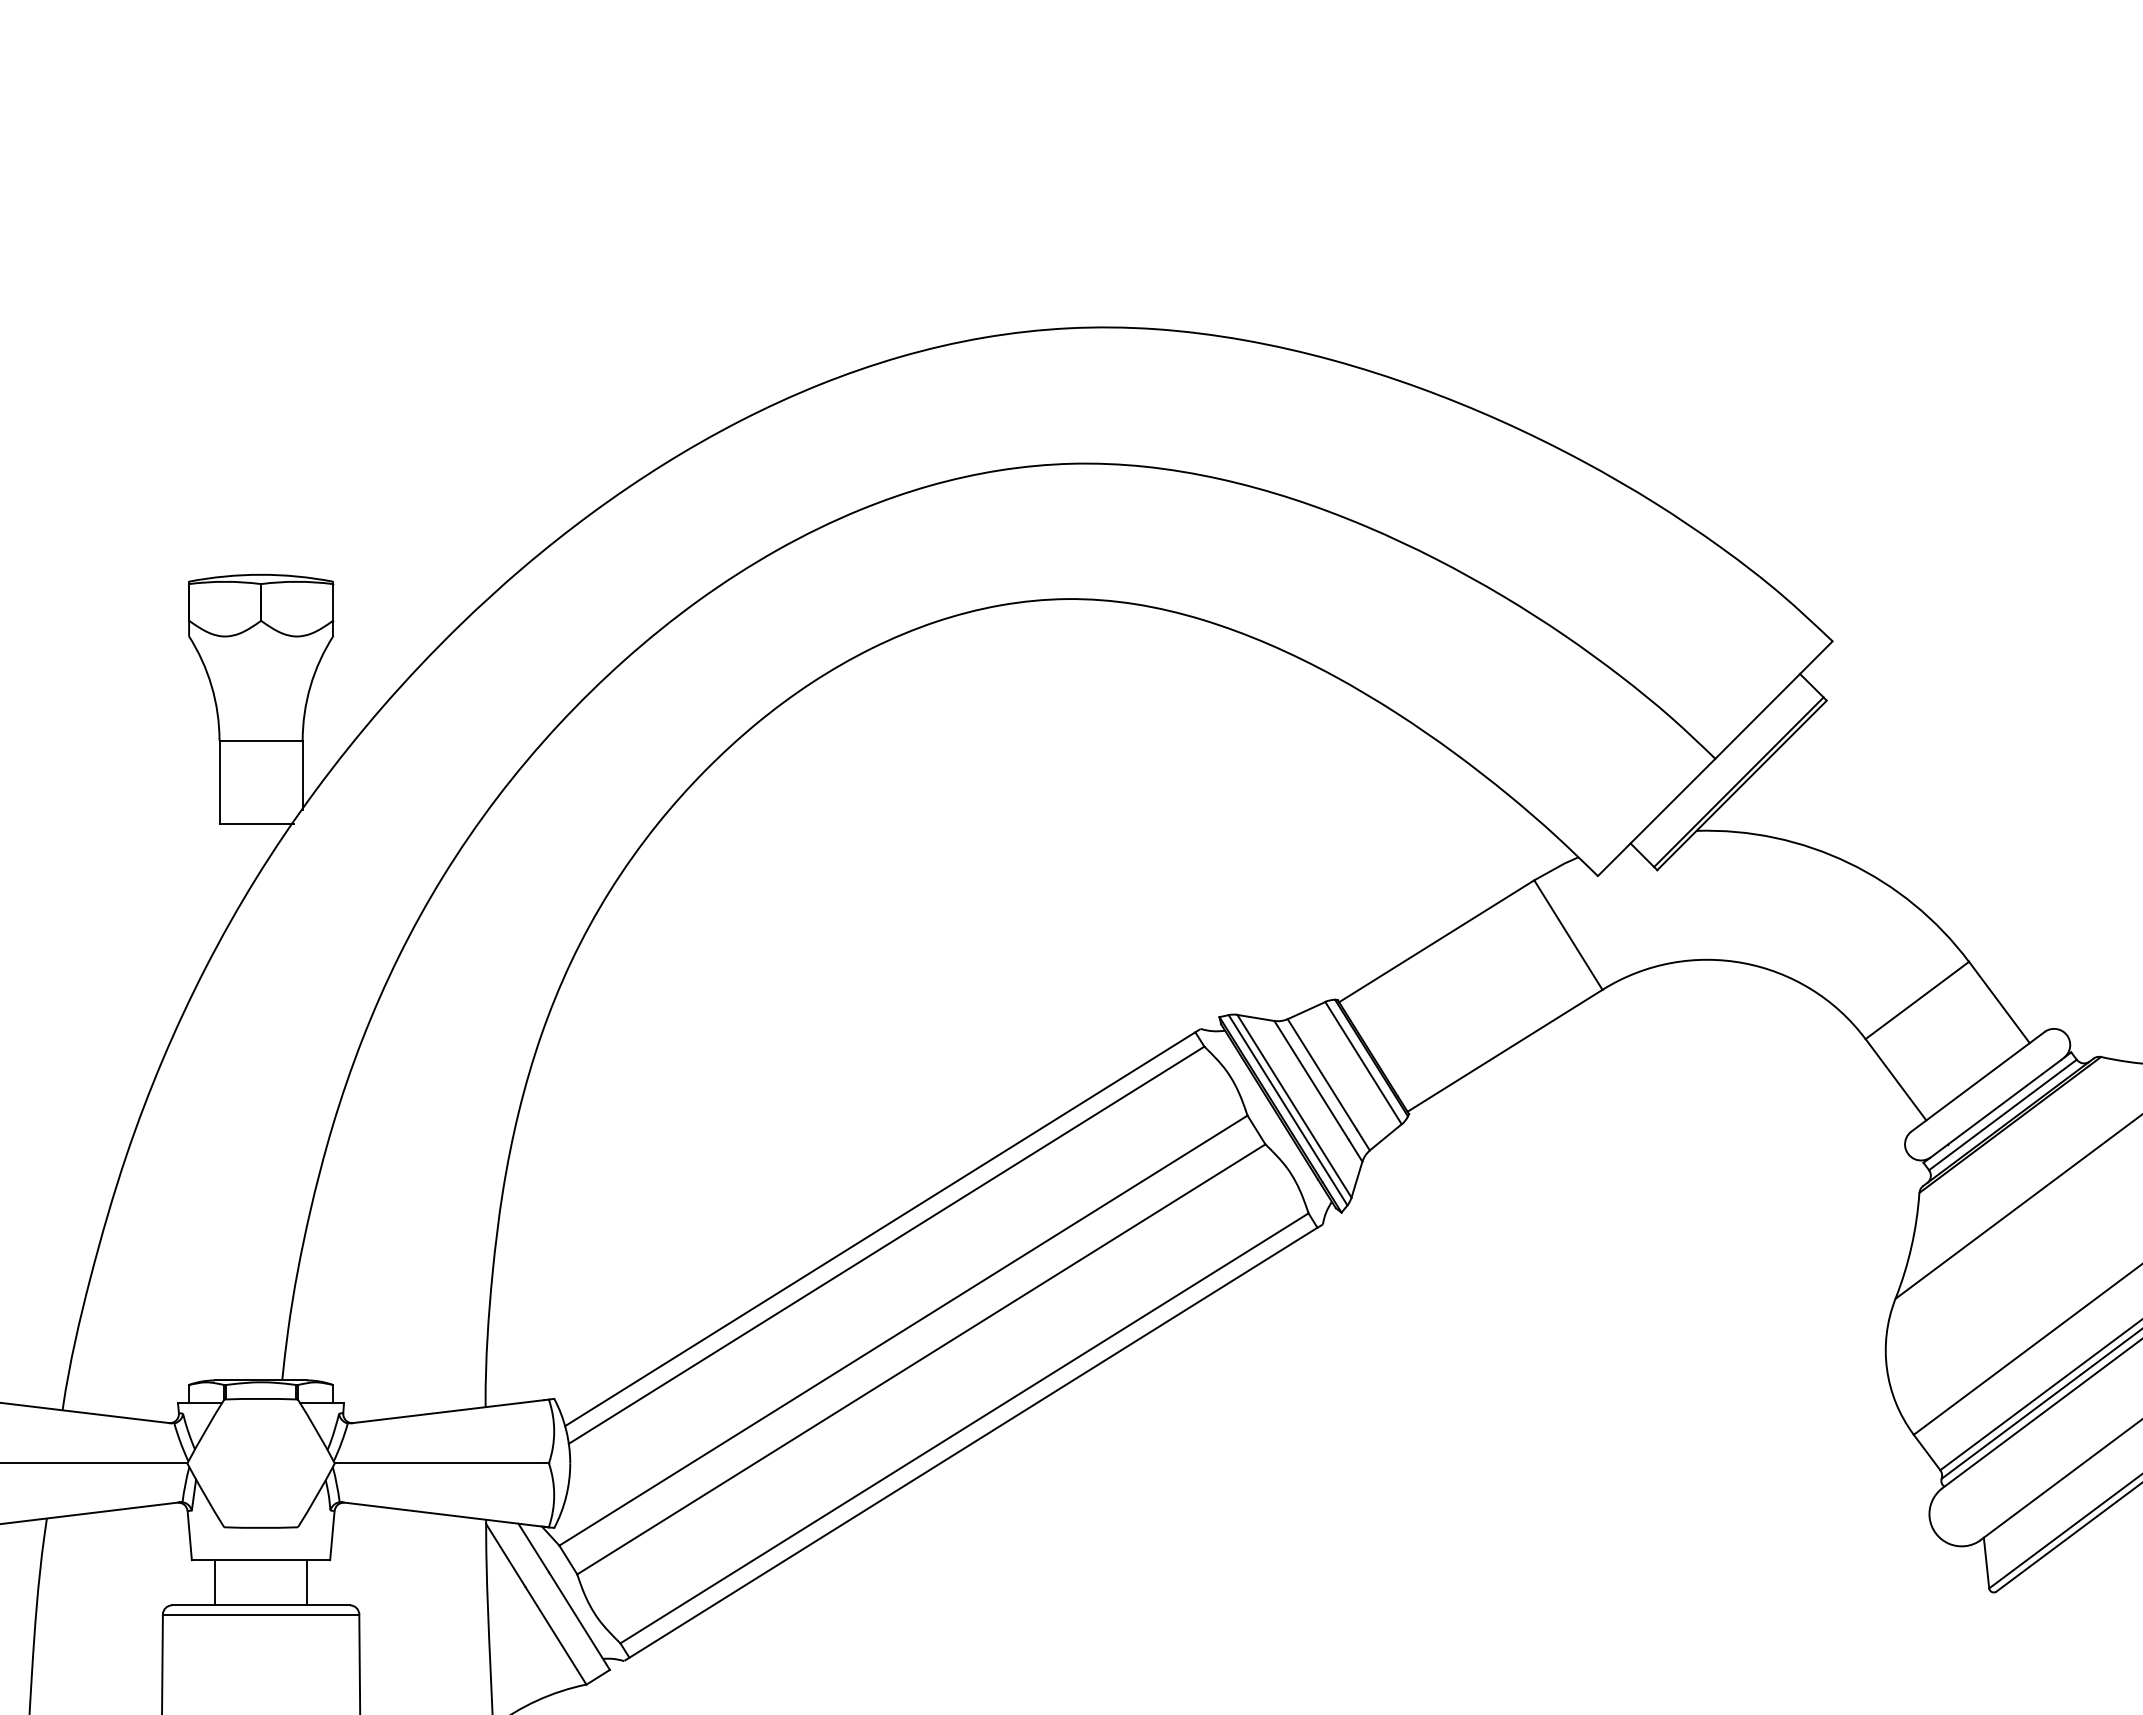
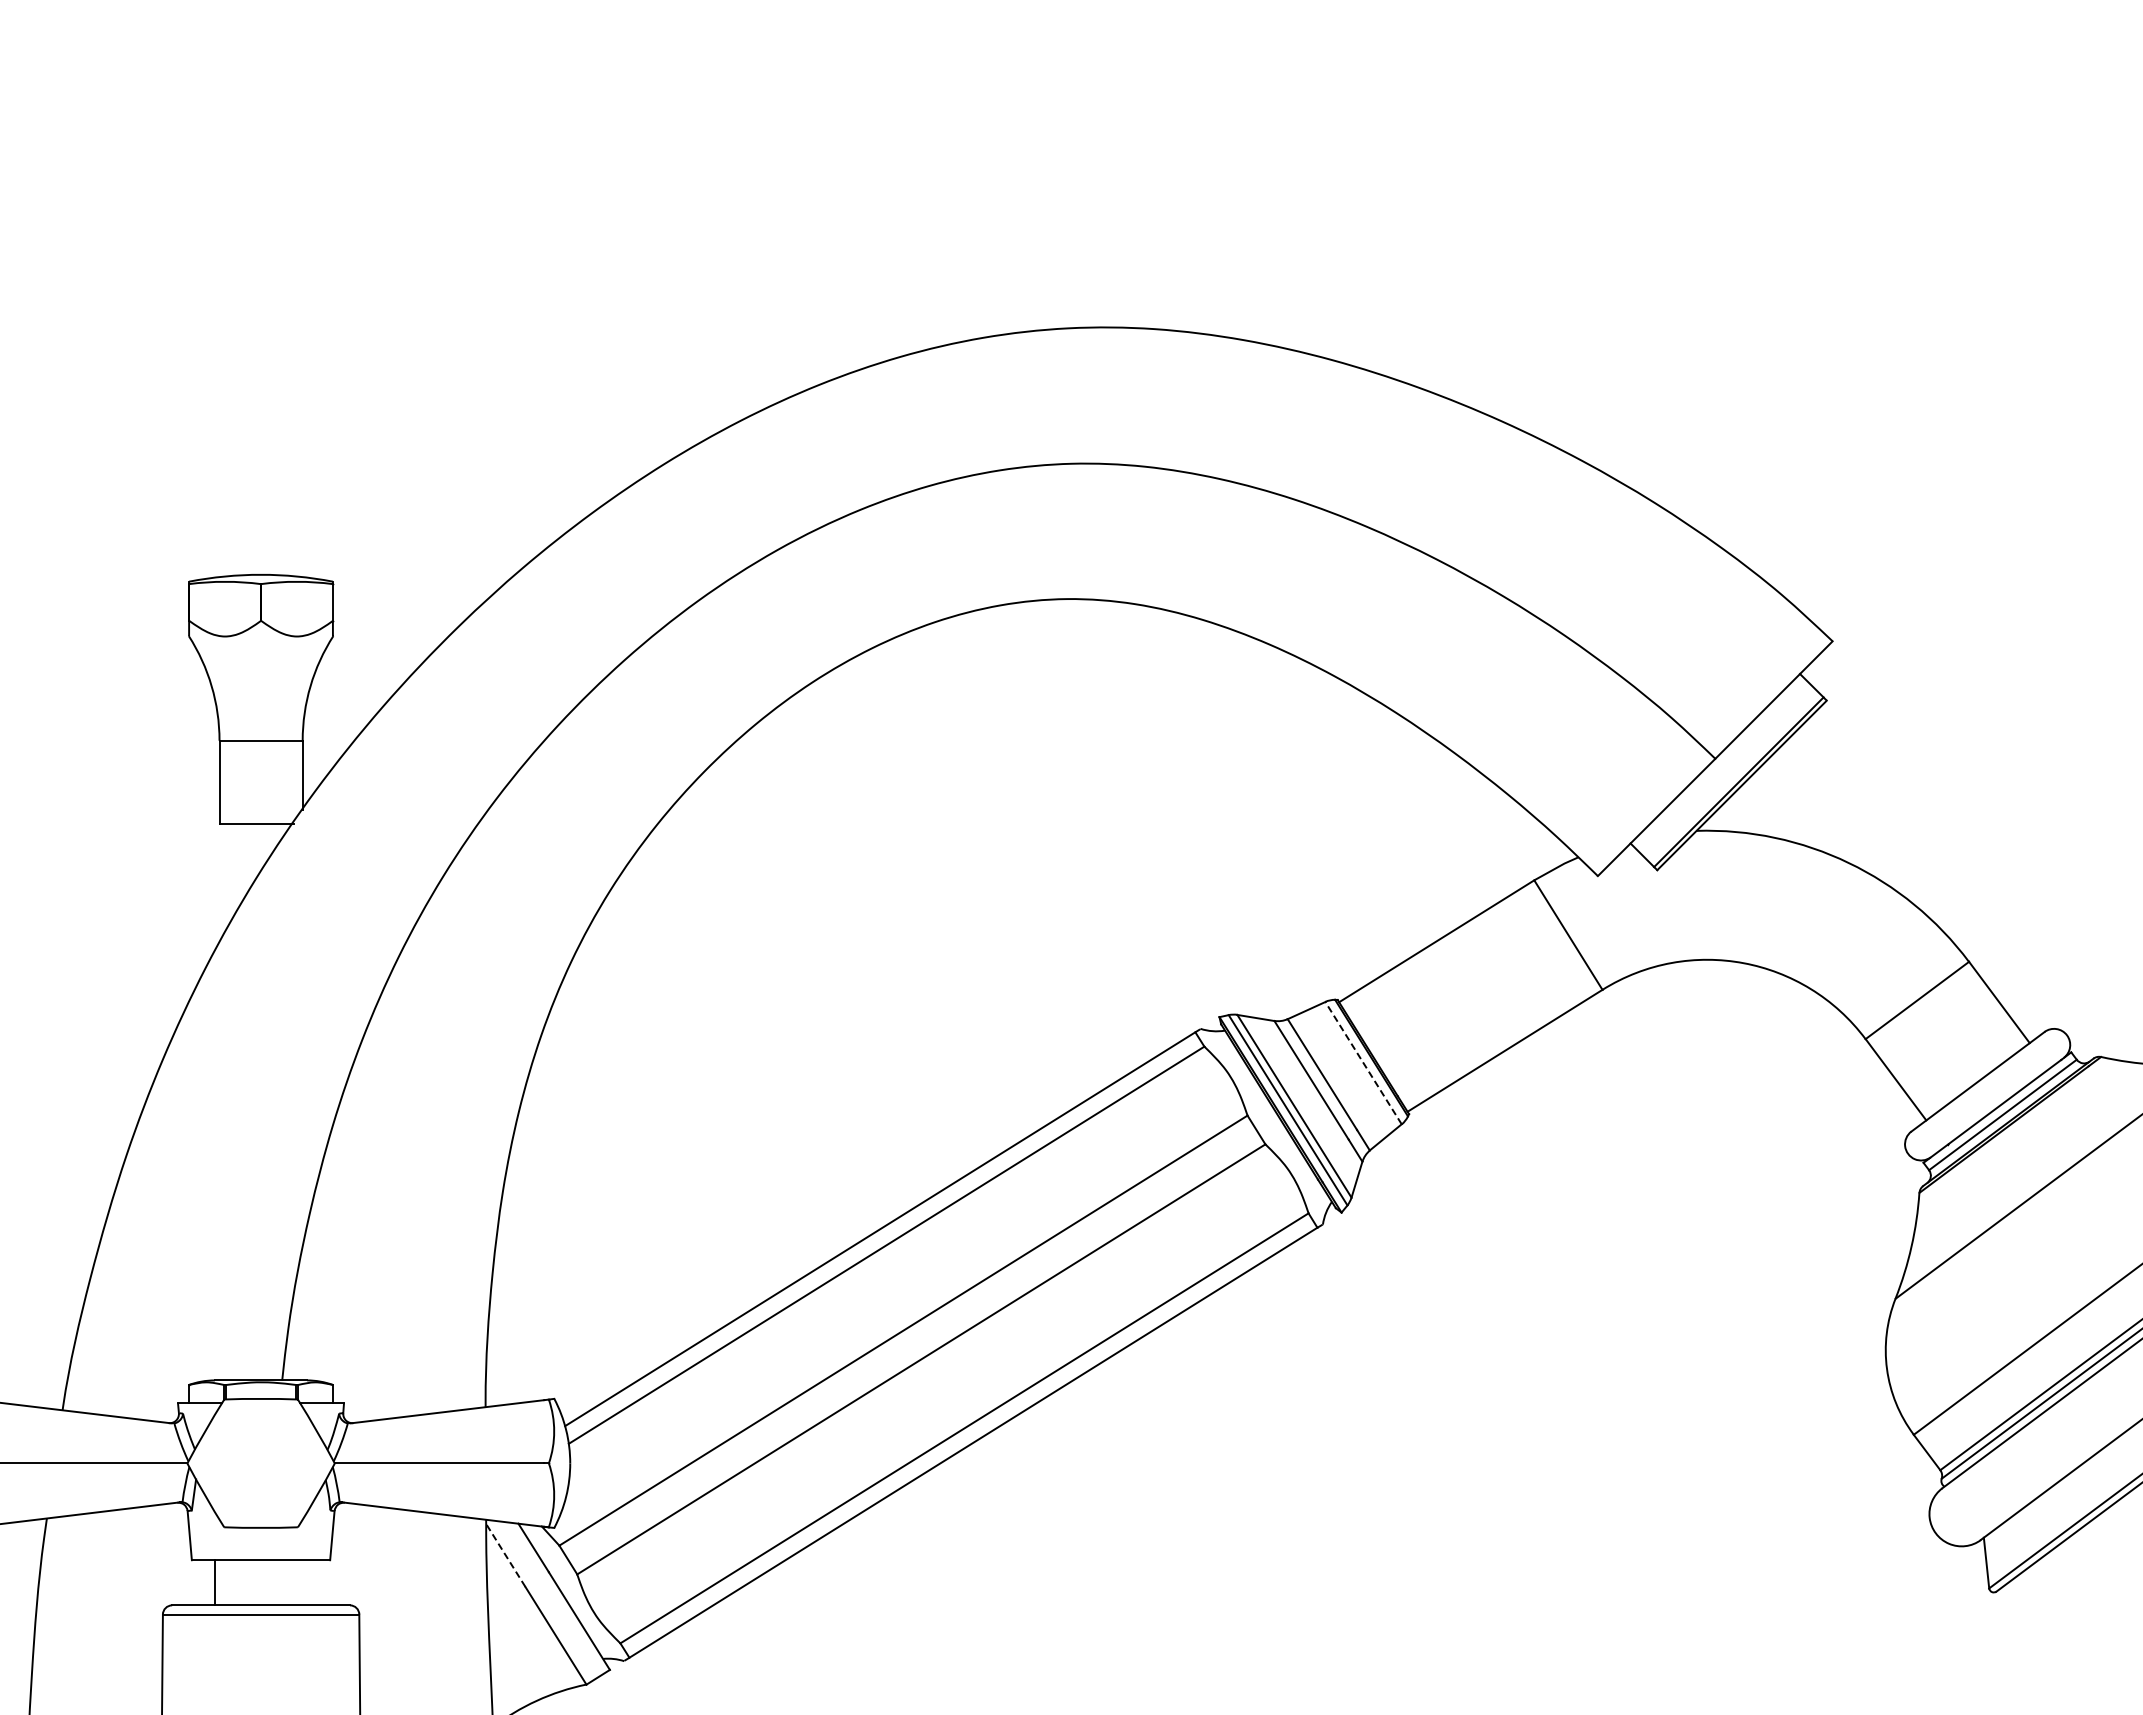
line at (1363, 1062): solid -> dashed
line at (505, 1554): solid -> dashed
line at (307, 1582): present -> none
